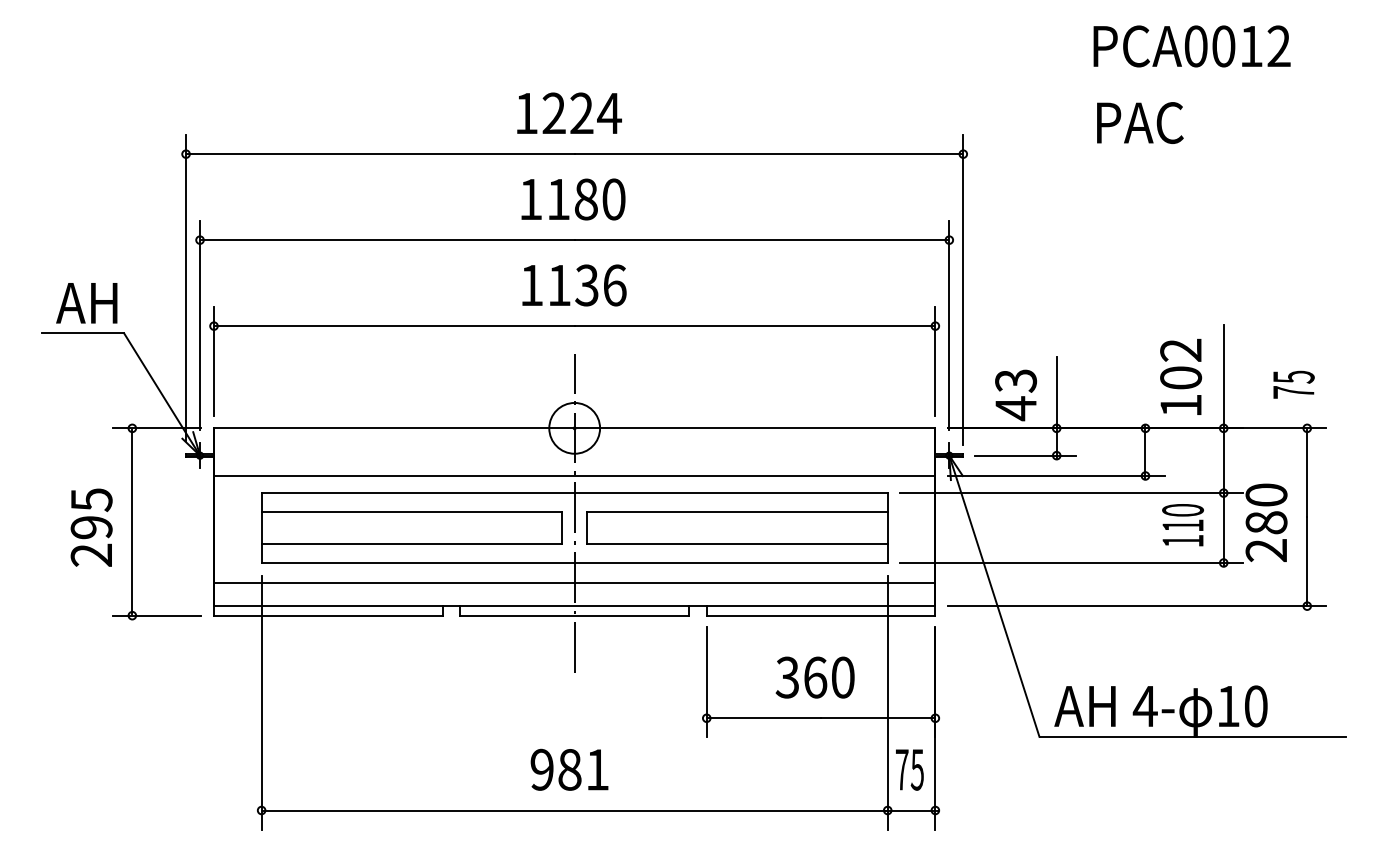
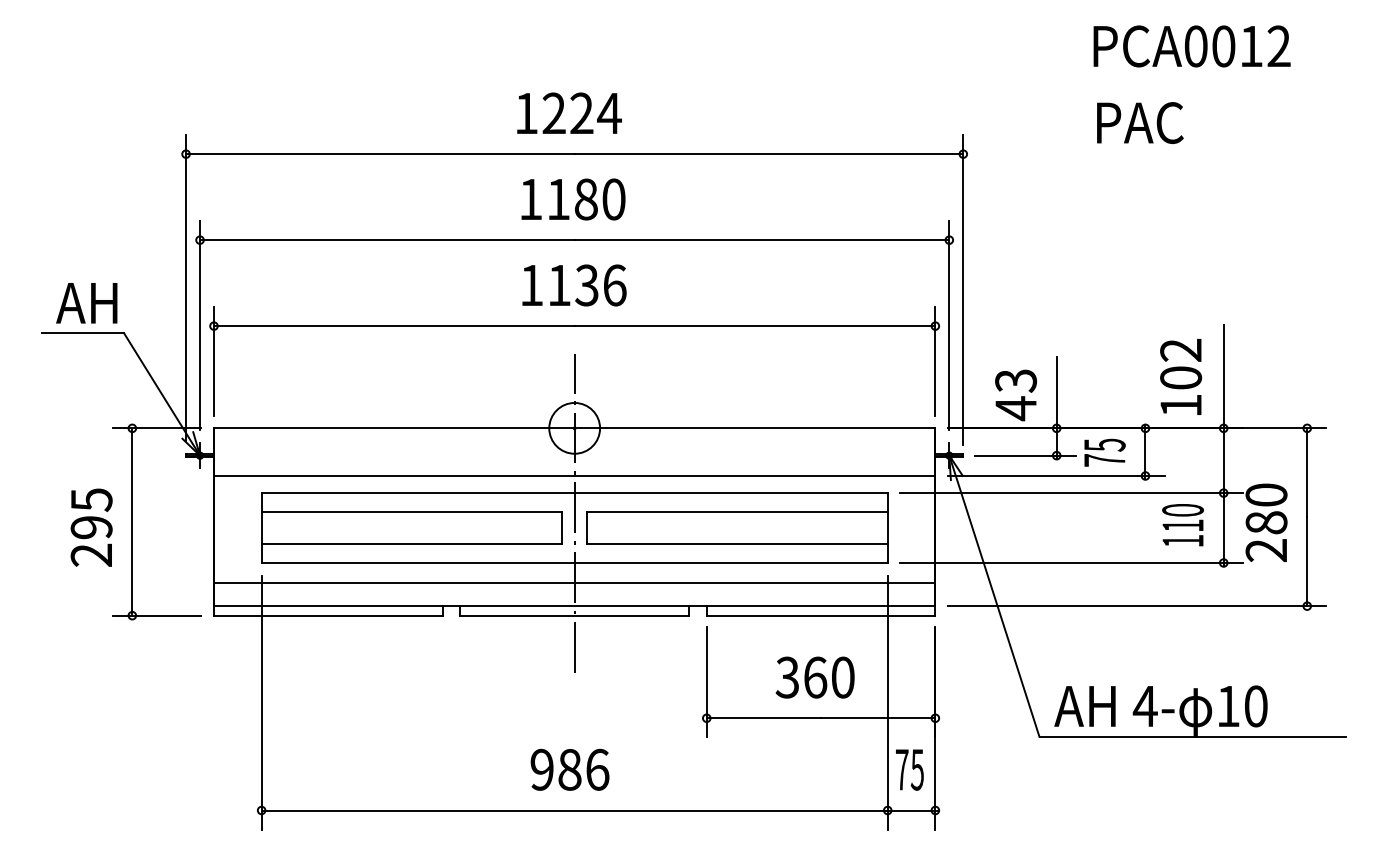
text at (1293, 384) position: (1293, 384) -> (1104, 452)
text at (597, 769): 981 -> 986
